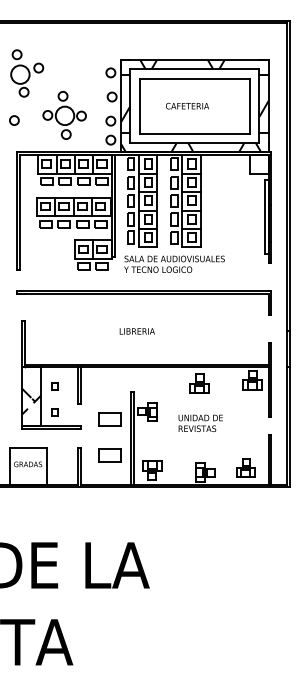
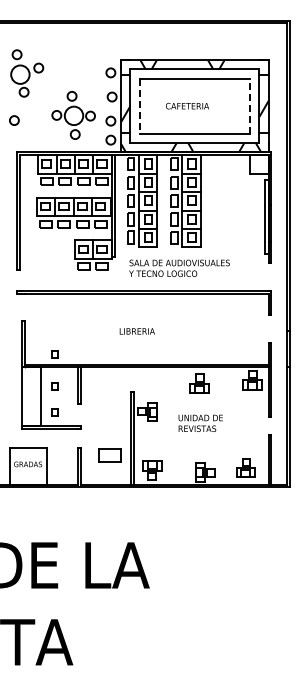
line at (139, 106): solid -> dashed
line at (250, 106): solid -> dashed
part at (64, 115) position: (64, 115) -> (73, 115)
text at (174, 263) position: (174, 263) -> (179, 267)
part at (54, 354): none -> present
hatch at (31, 401): present -> none
part at (109, 419): present -> none
